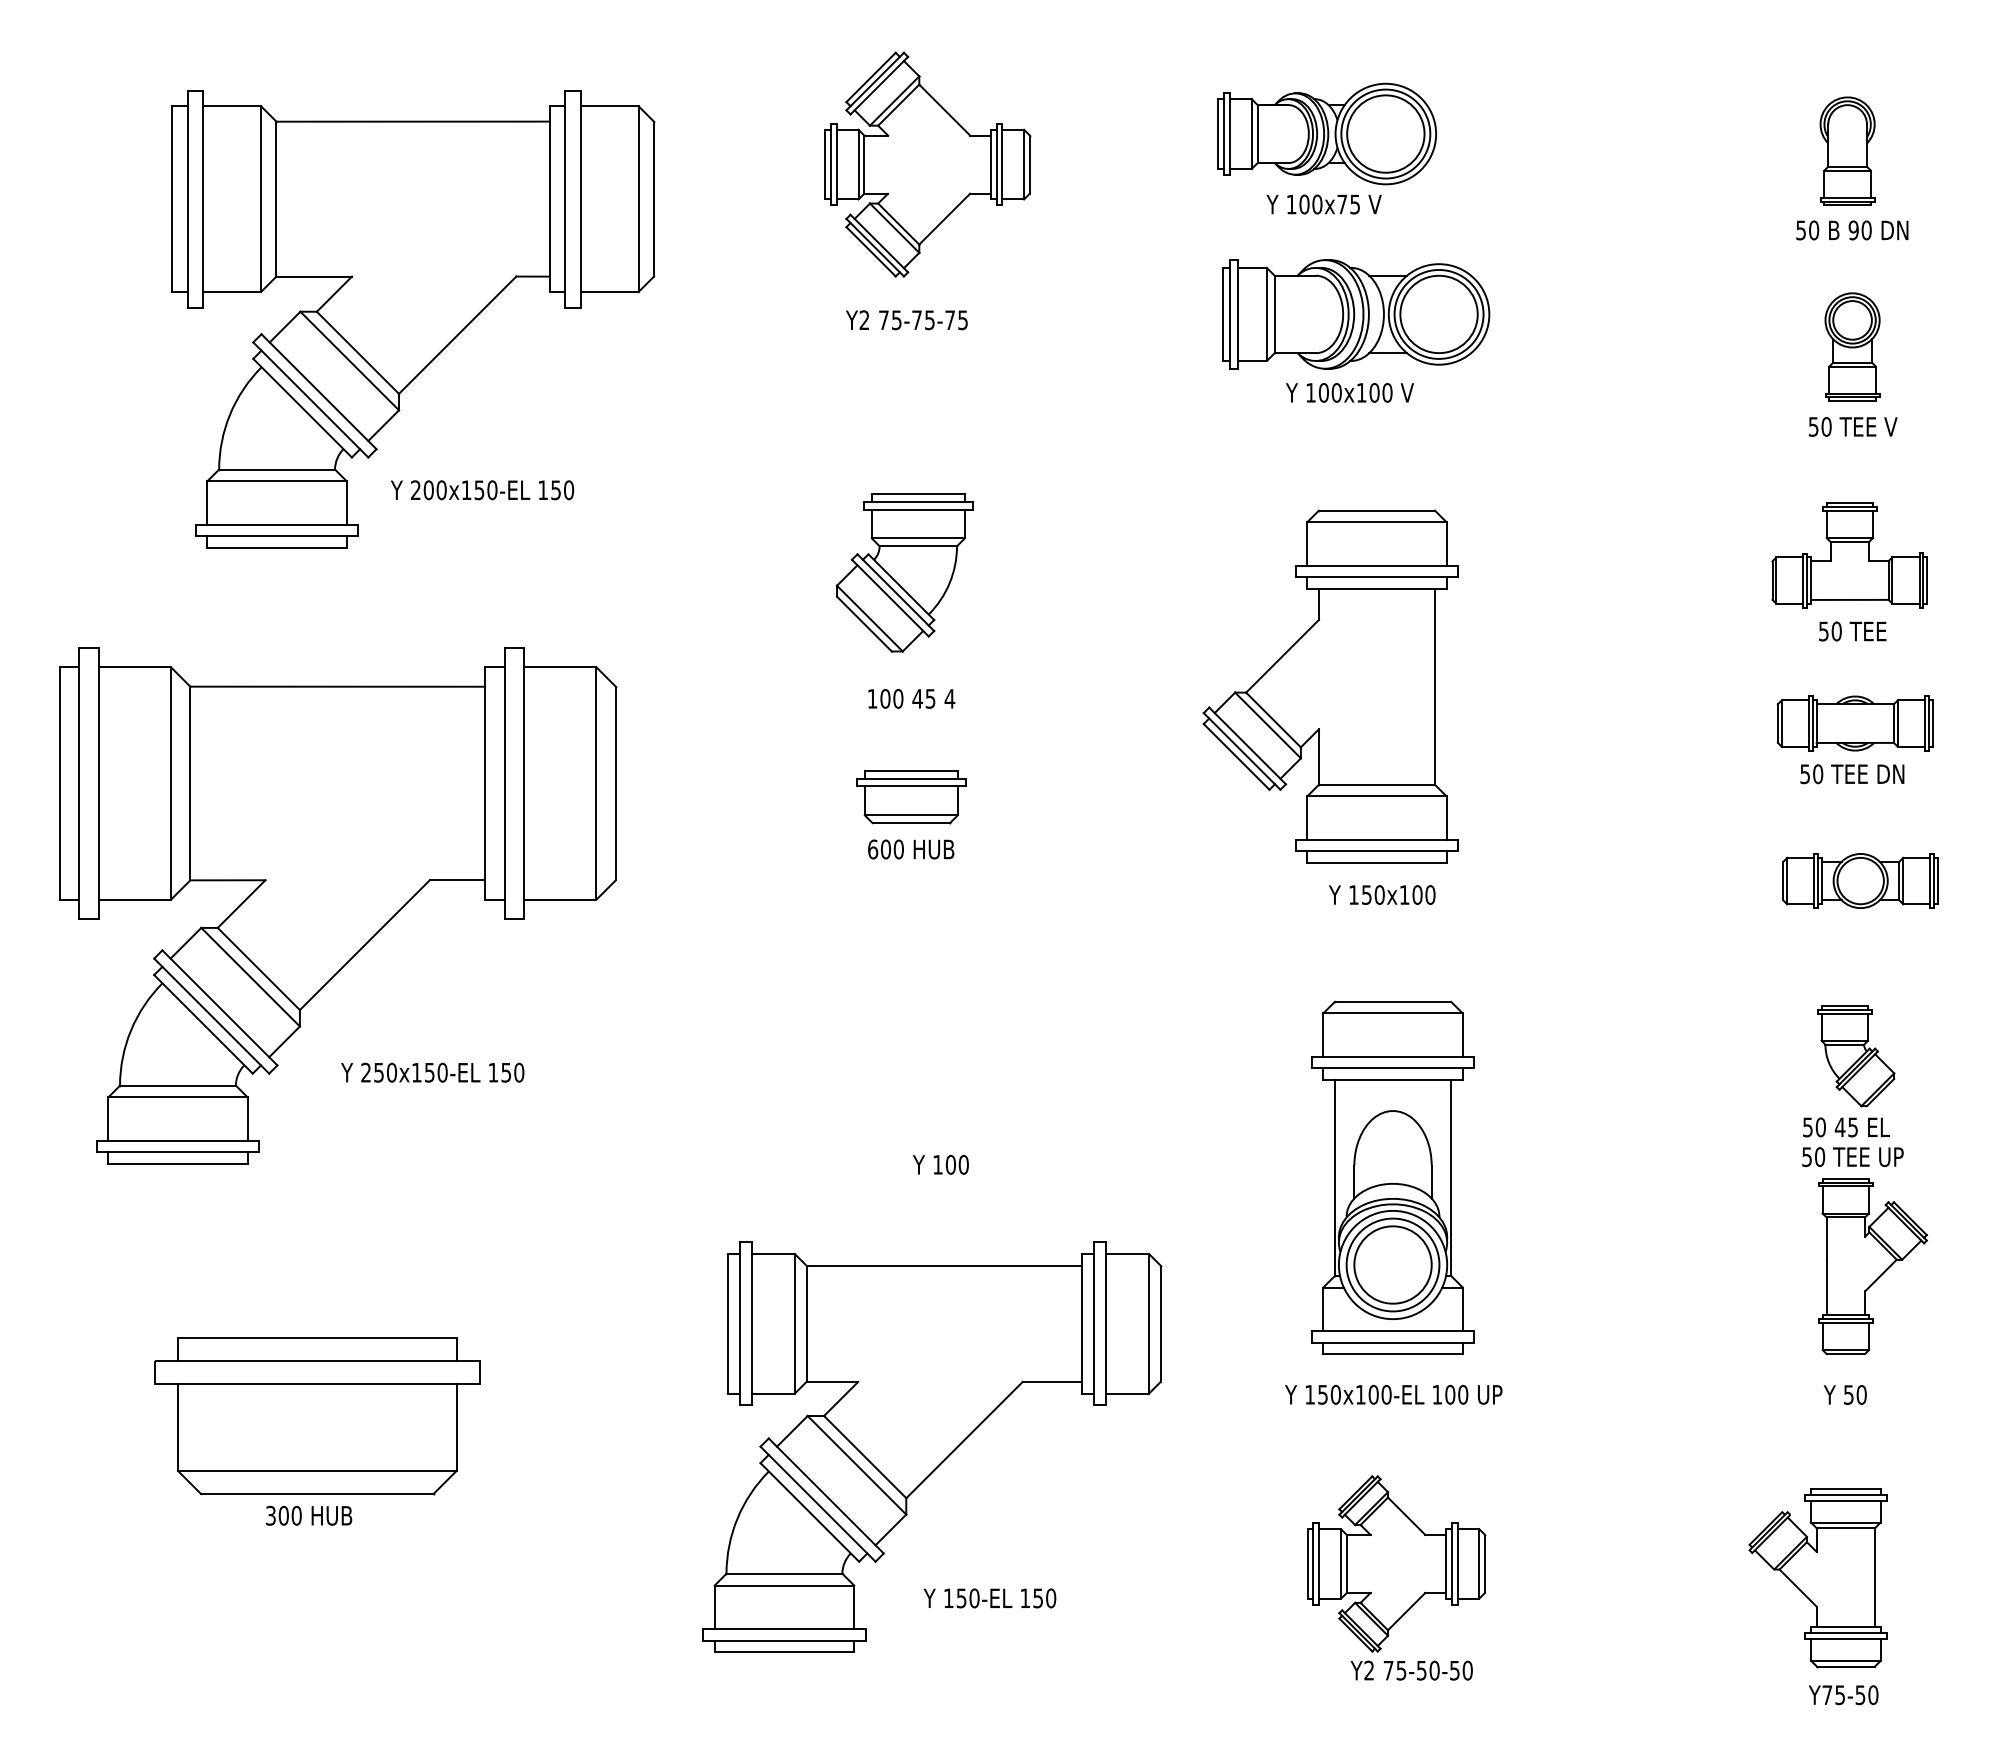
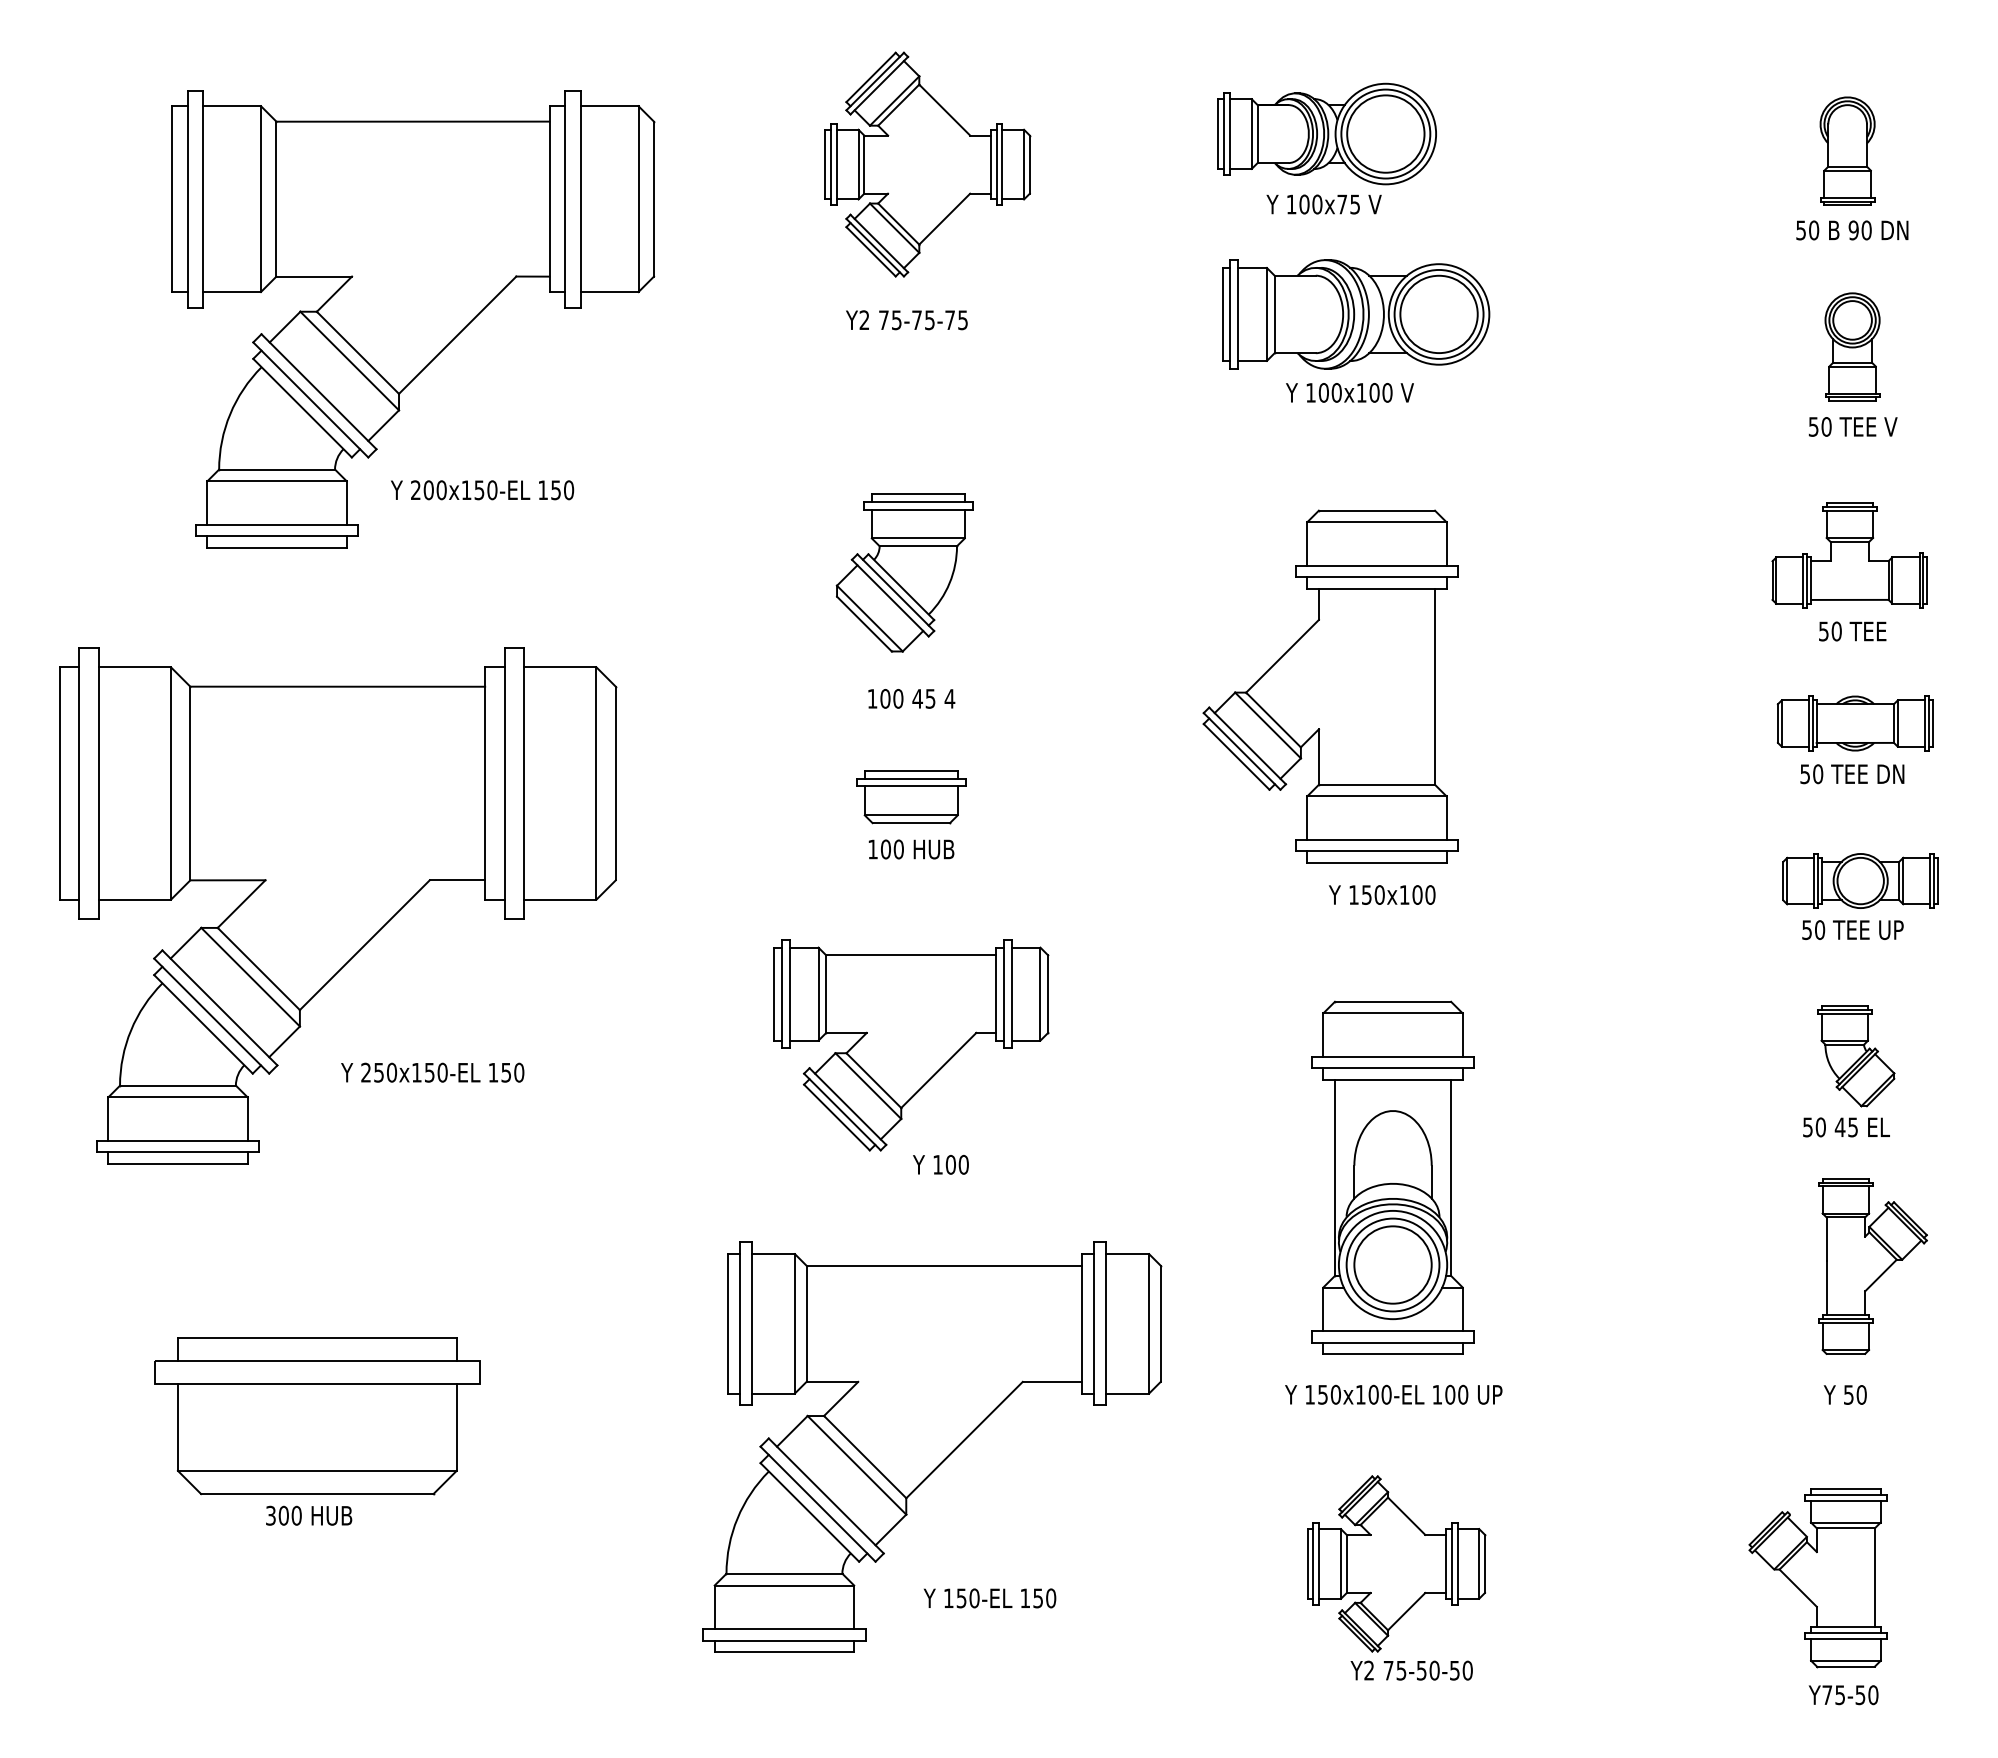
text at (873, 849): 600 -> 100
part at (911, 1045): none -> present
text at (1852, 1156) position: (1852, 1156) -> (1852, 929)
